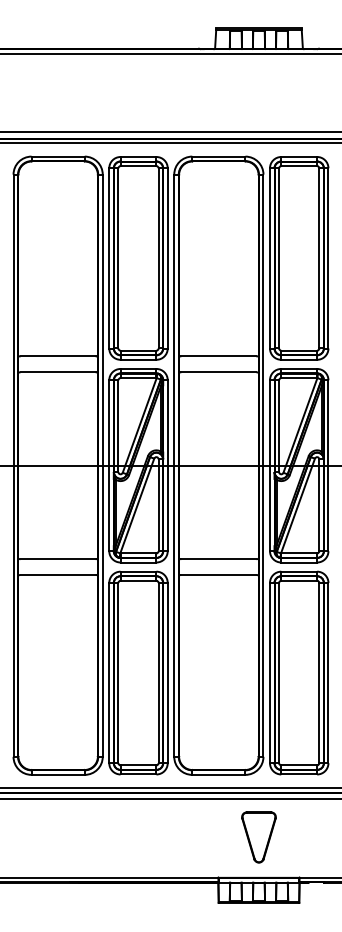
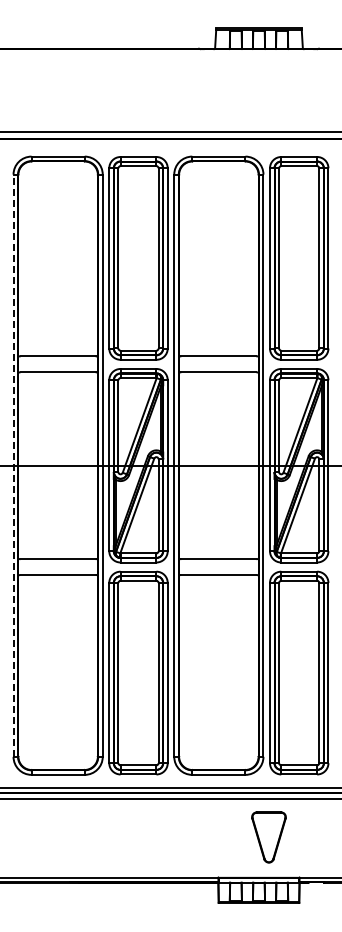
line at (170, 53): present -> none
line at (170, 143): present -> none
line at (13, 465): solid -> dashed
part at (258, 837) position: (258, 837) -> (268, 837)
